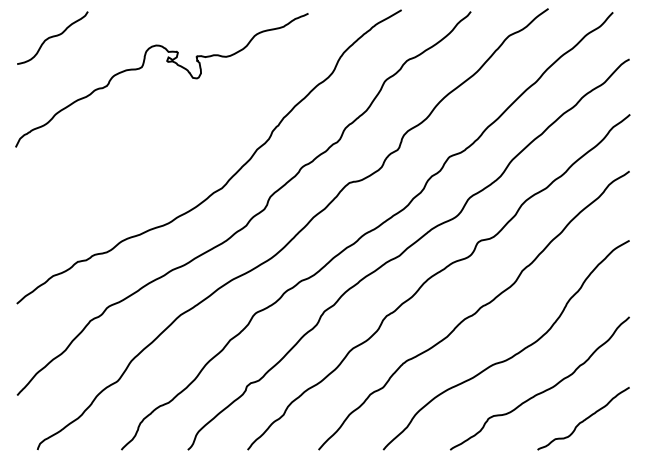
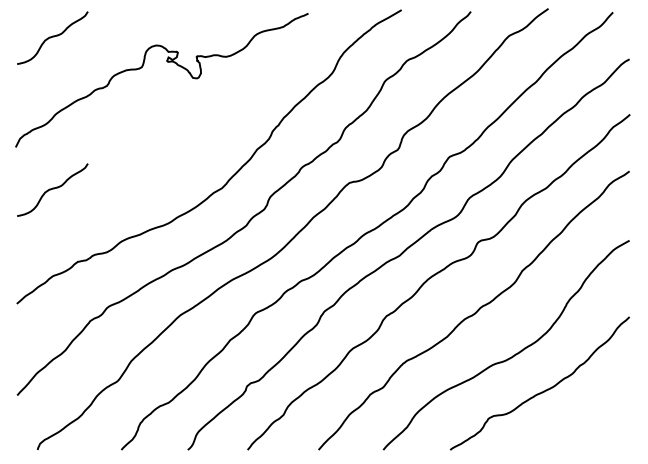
curve at (52, 189): none -> present
curve at (583, 419): present -> none
